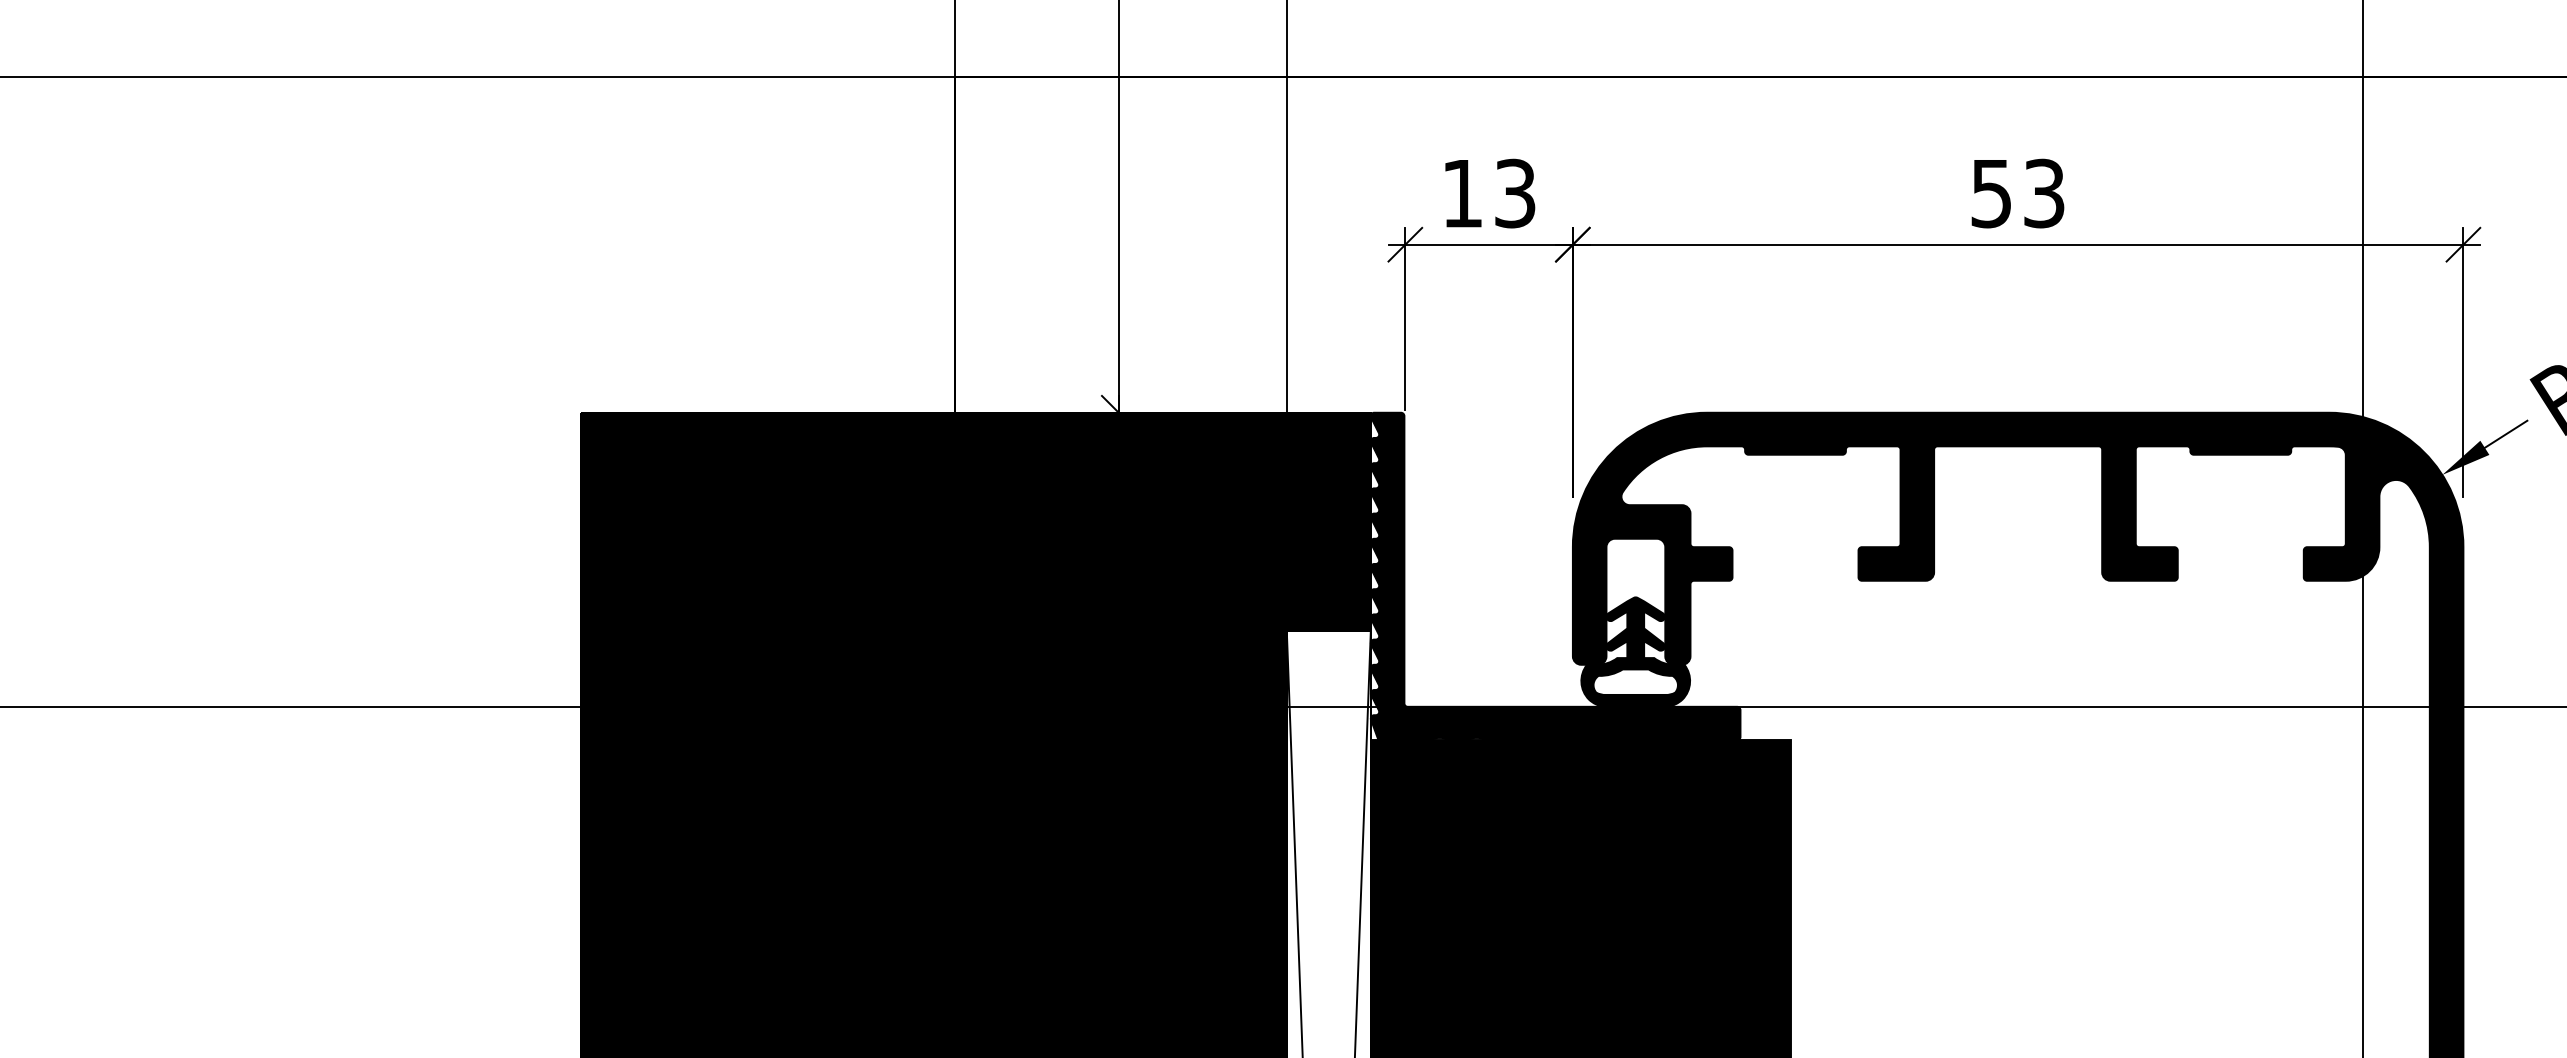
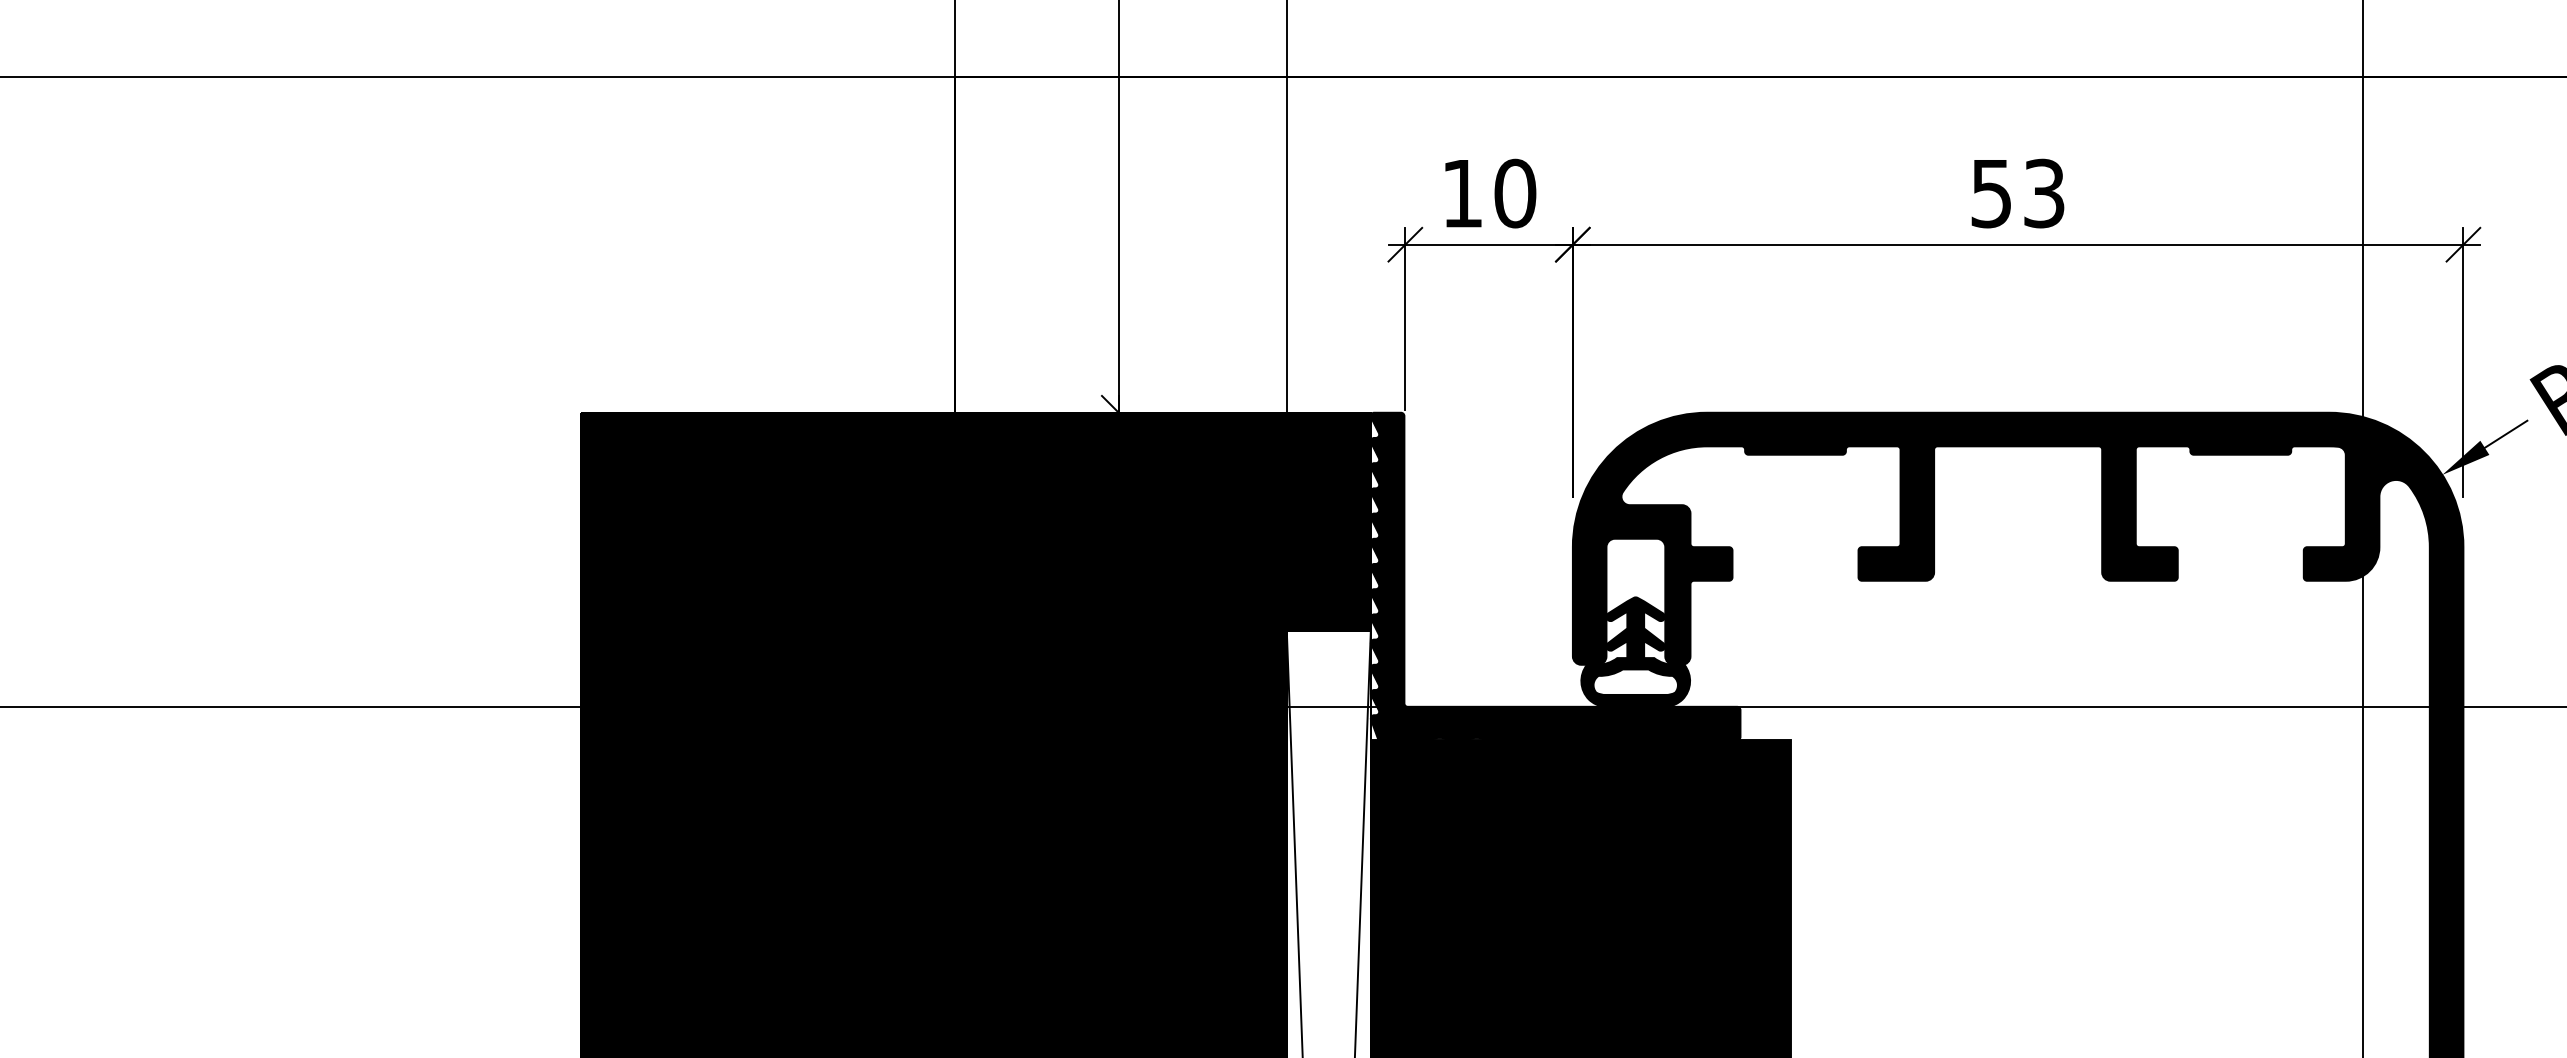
text at (1515, 193): 13 -> 10
